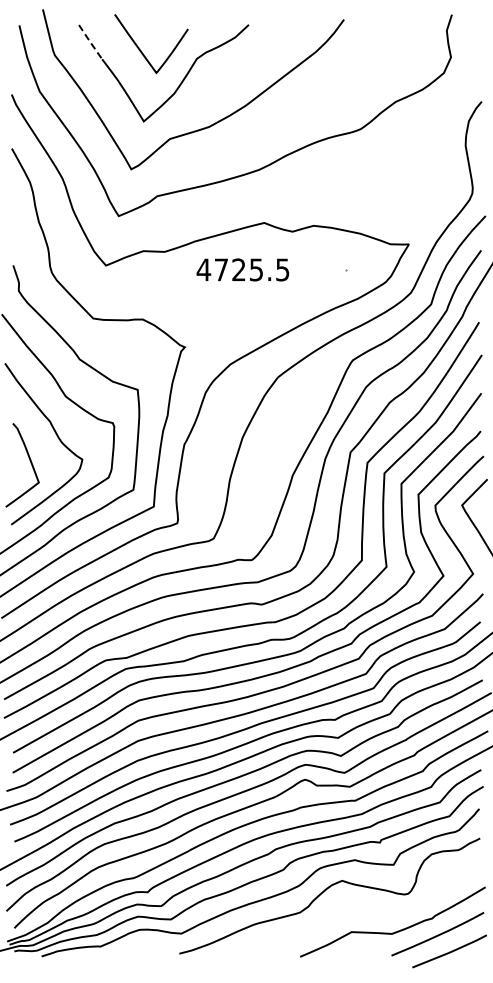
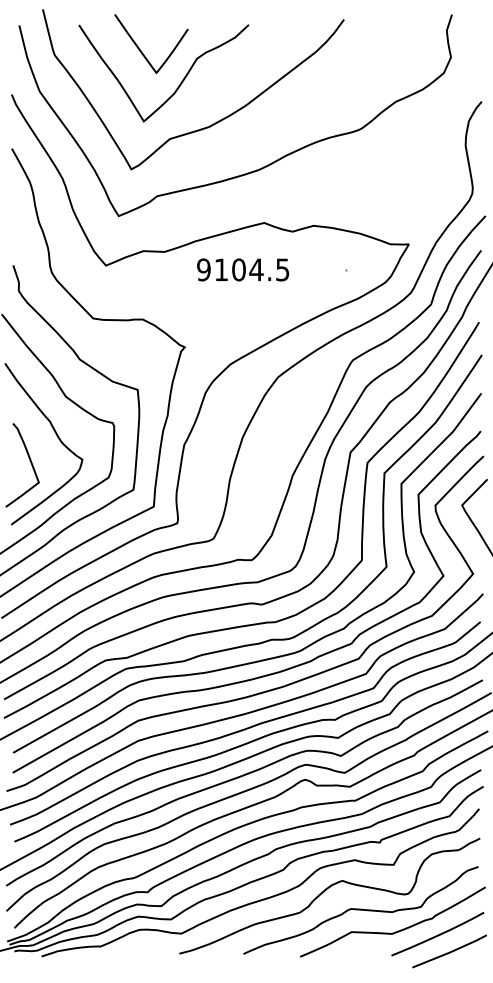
line at (90, 42): dashed -> solid
text at (229, 269): 4725.5 -> 9104.5
curve at (360, 910): none -> present
